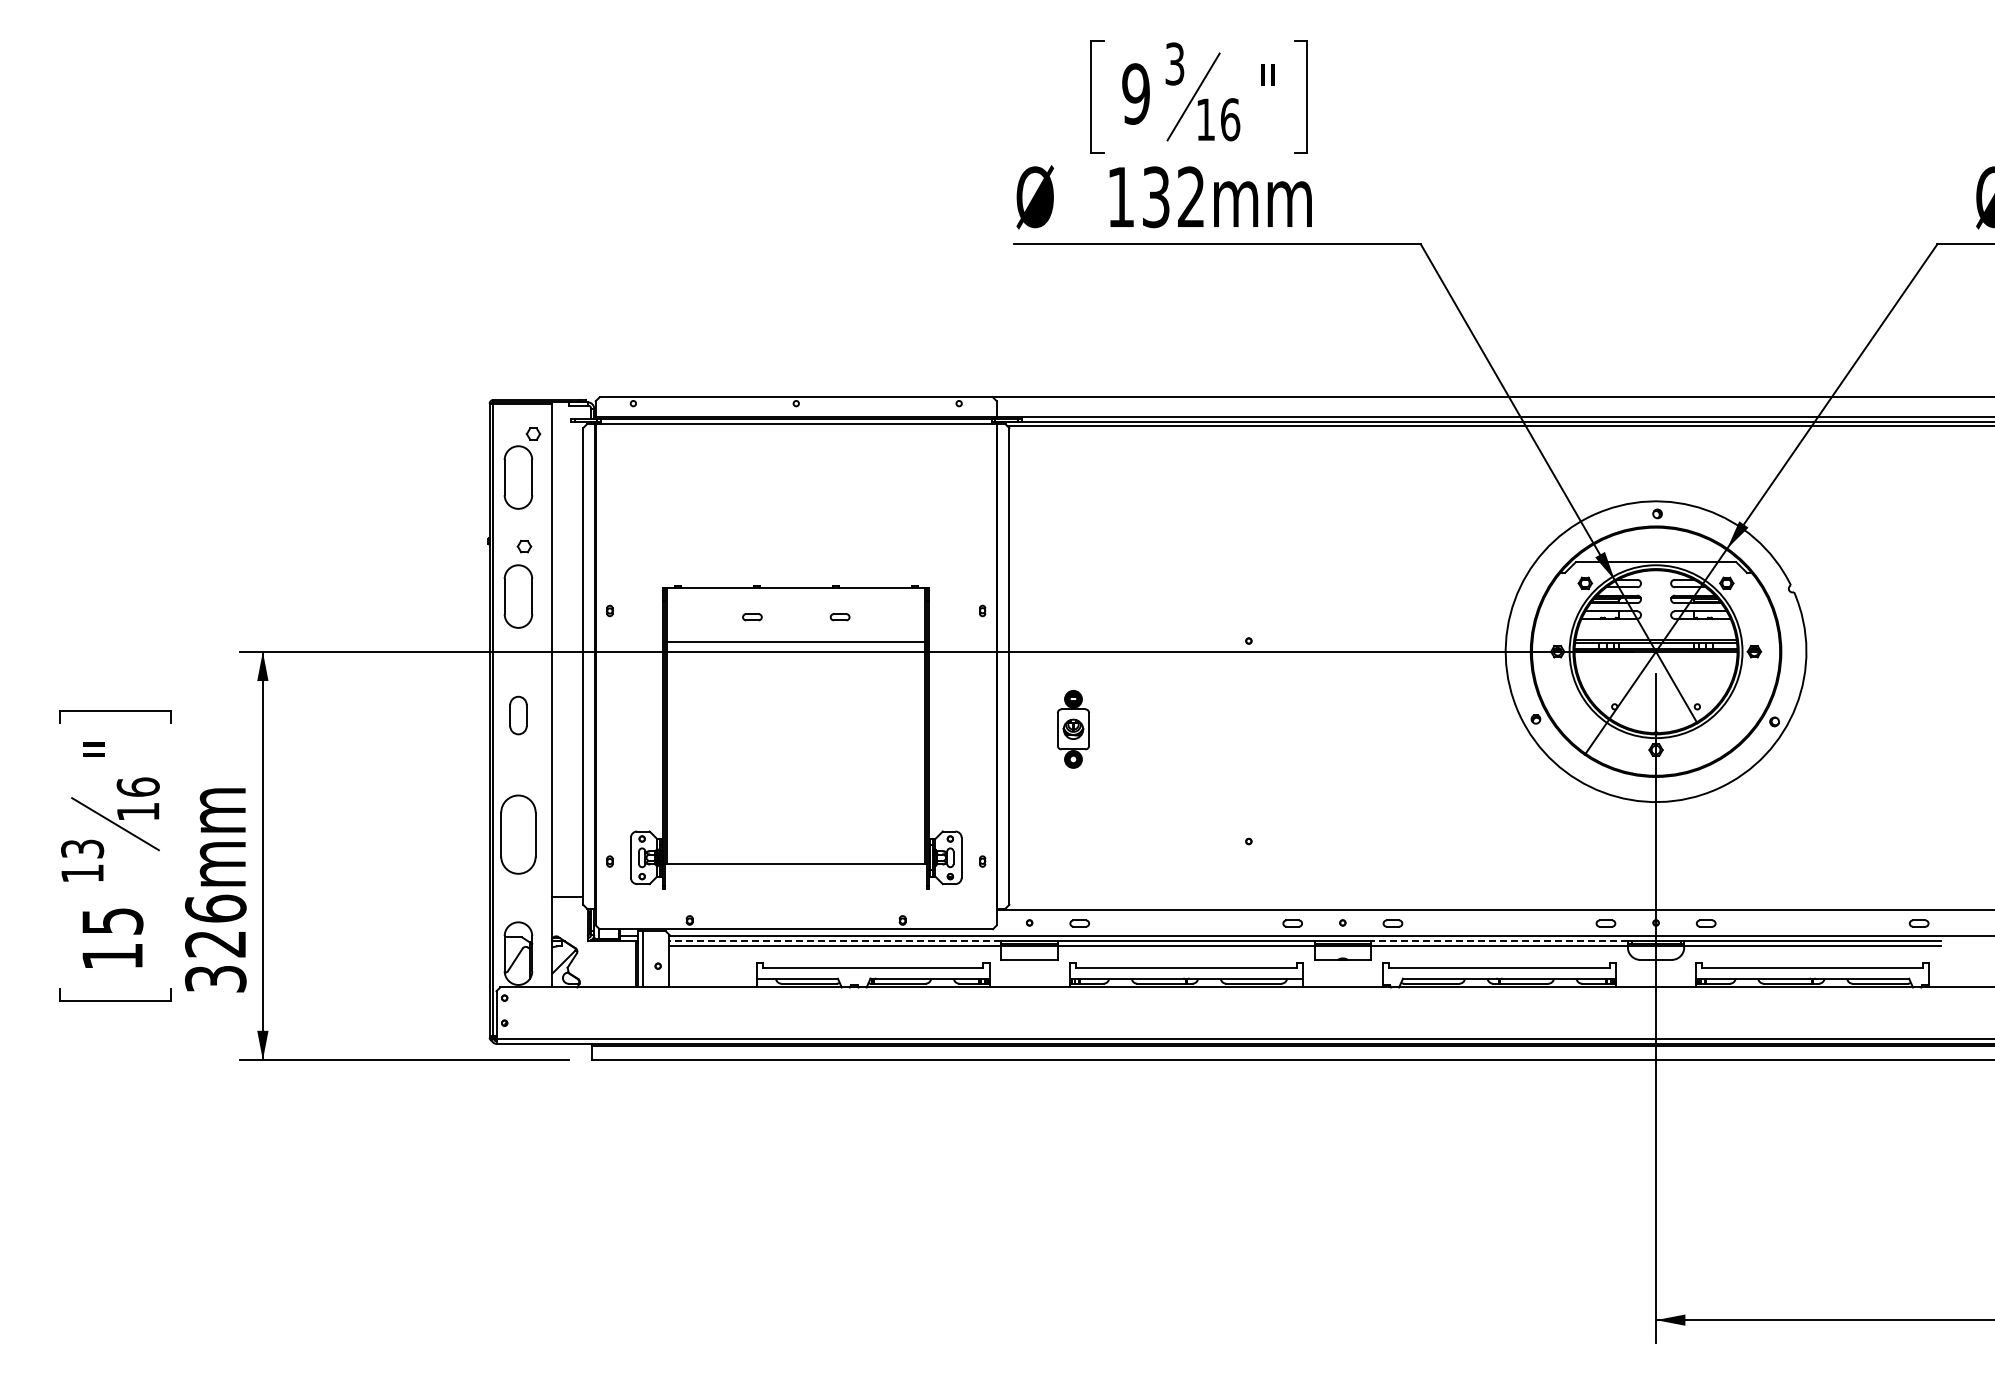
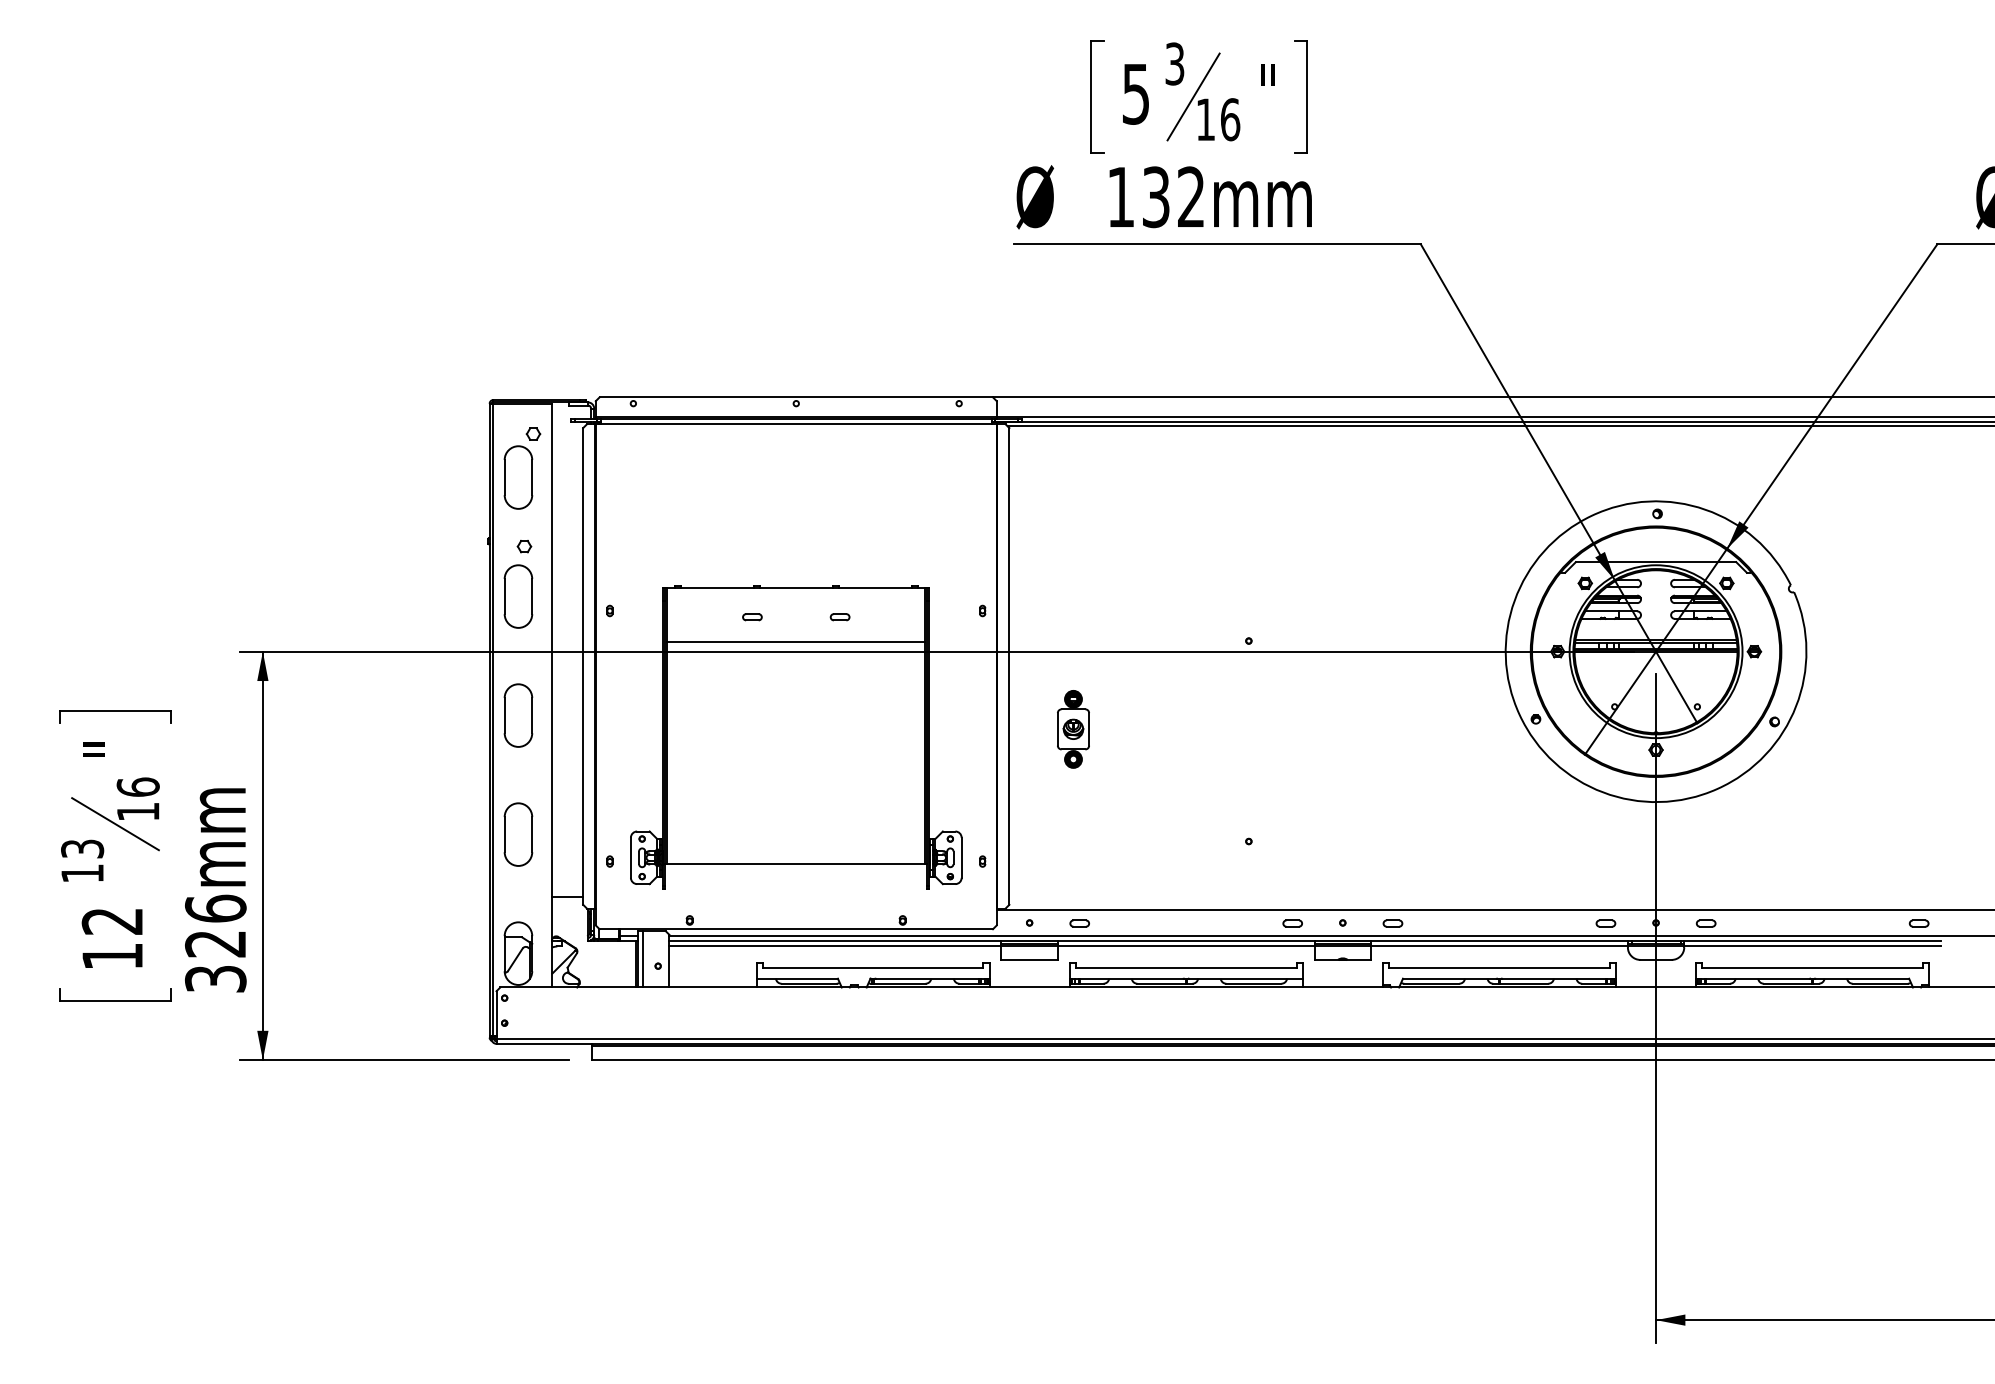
text at (1135, 93): 9 -> 5
part at (518, 715) size: 19x41 px -> 31x65 px
part at (518, 834) size: 37x81 px -> 31x65 px
text at (112, 921): 15 -> 12
line at (834, 941): dashed -> solid
line at (1498, 941): dashed -> solid
